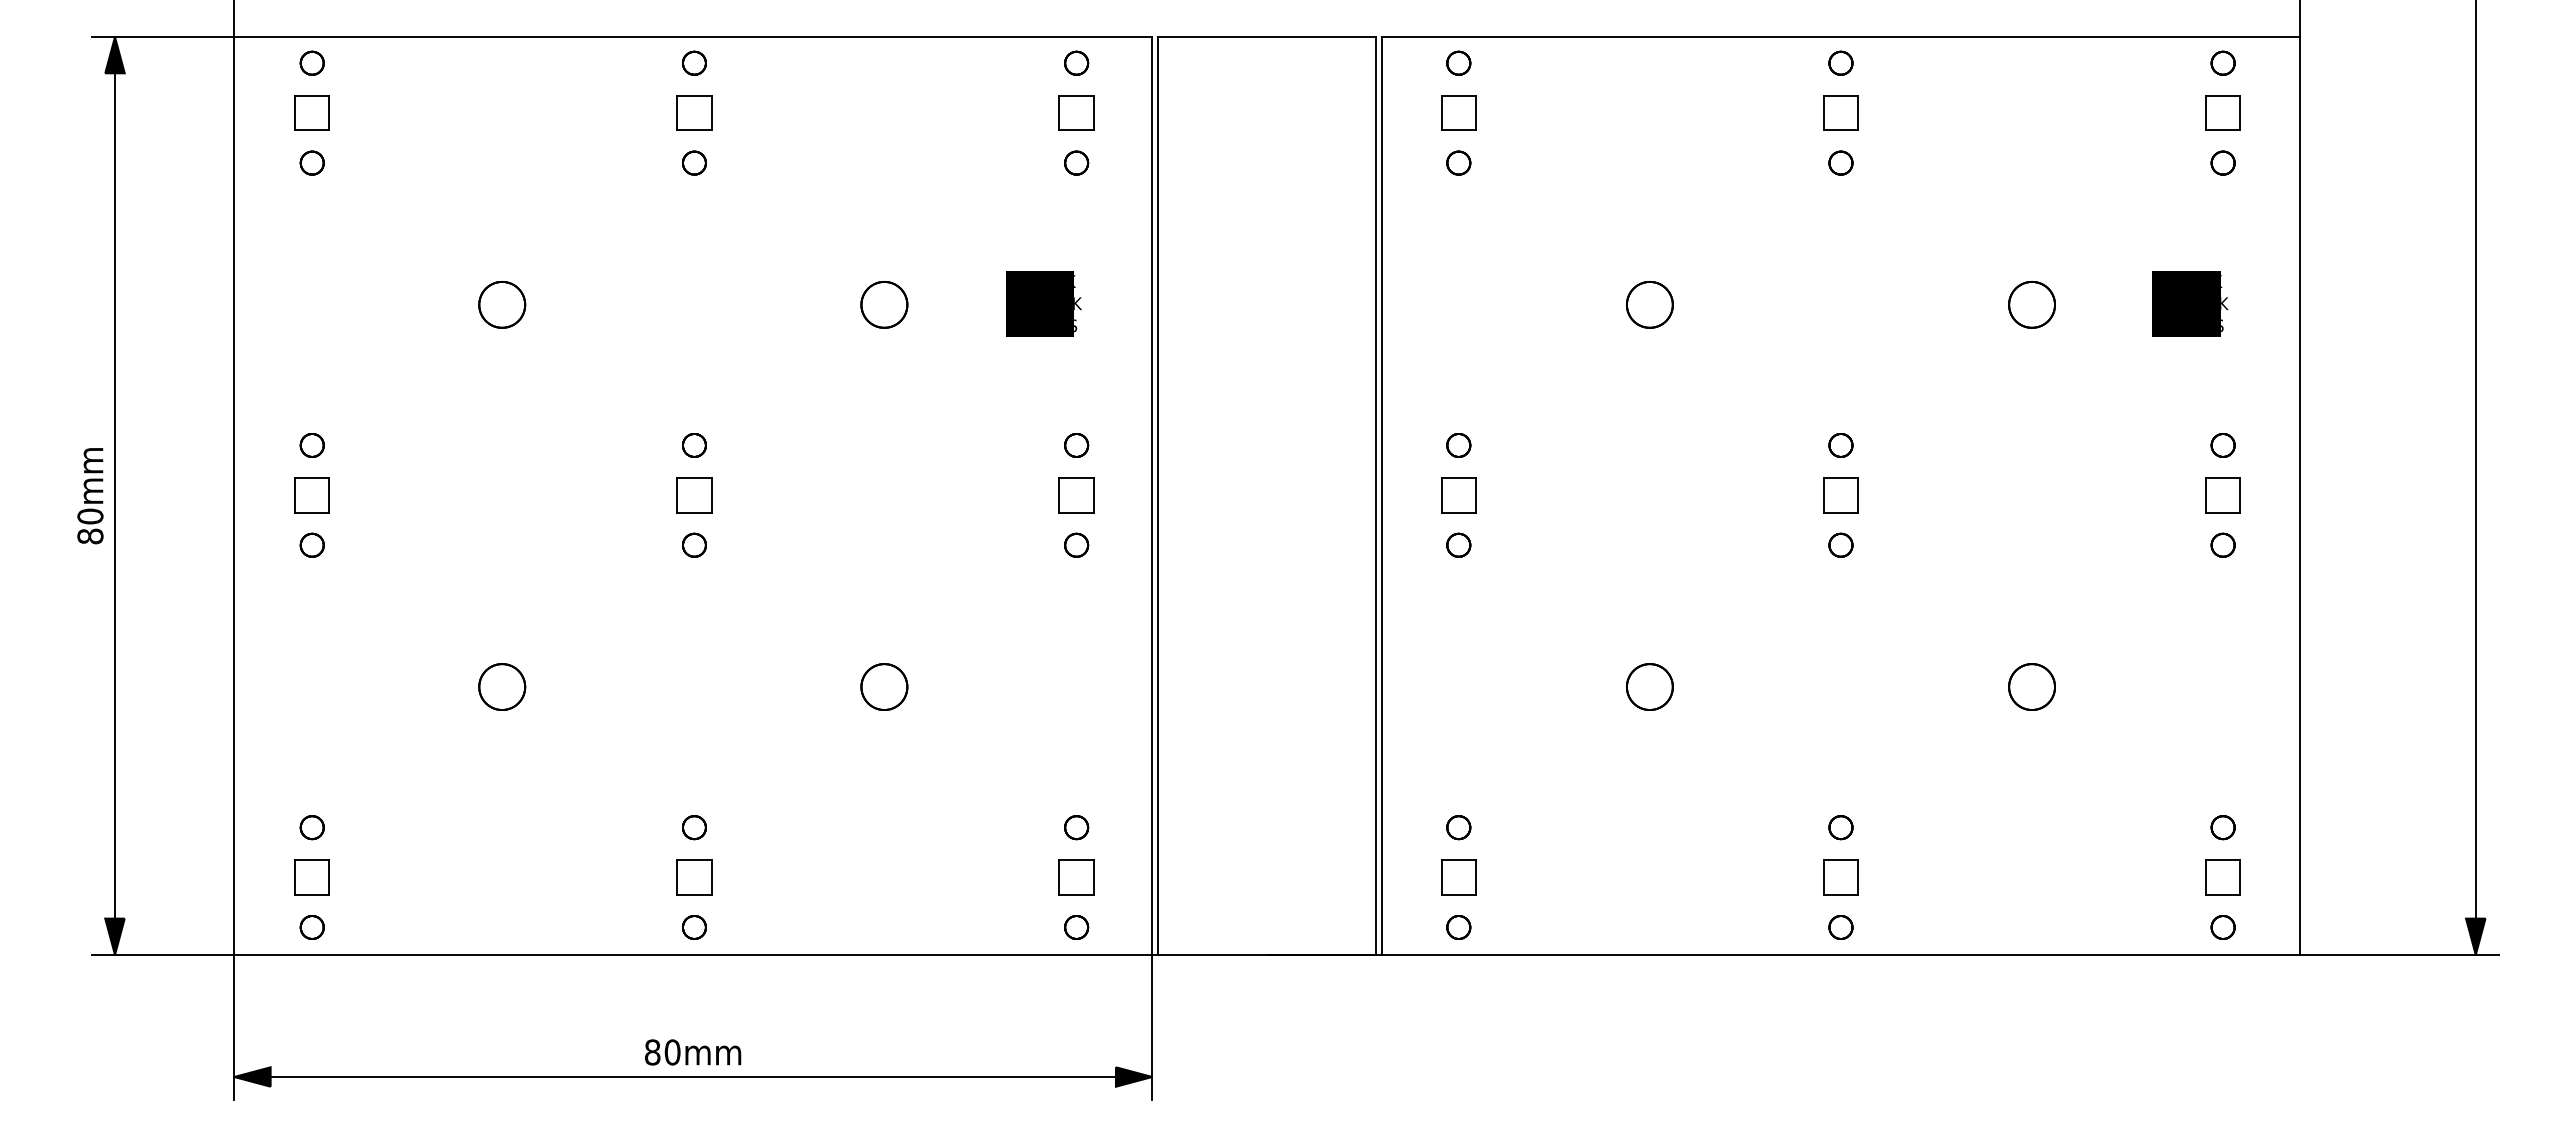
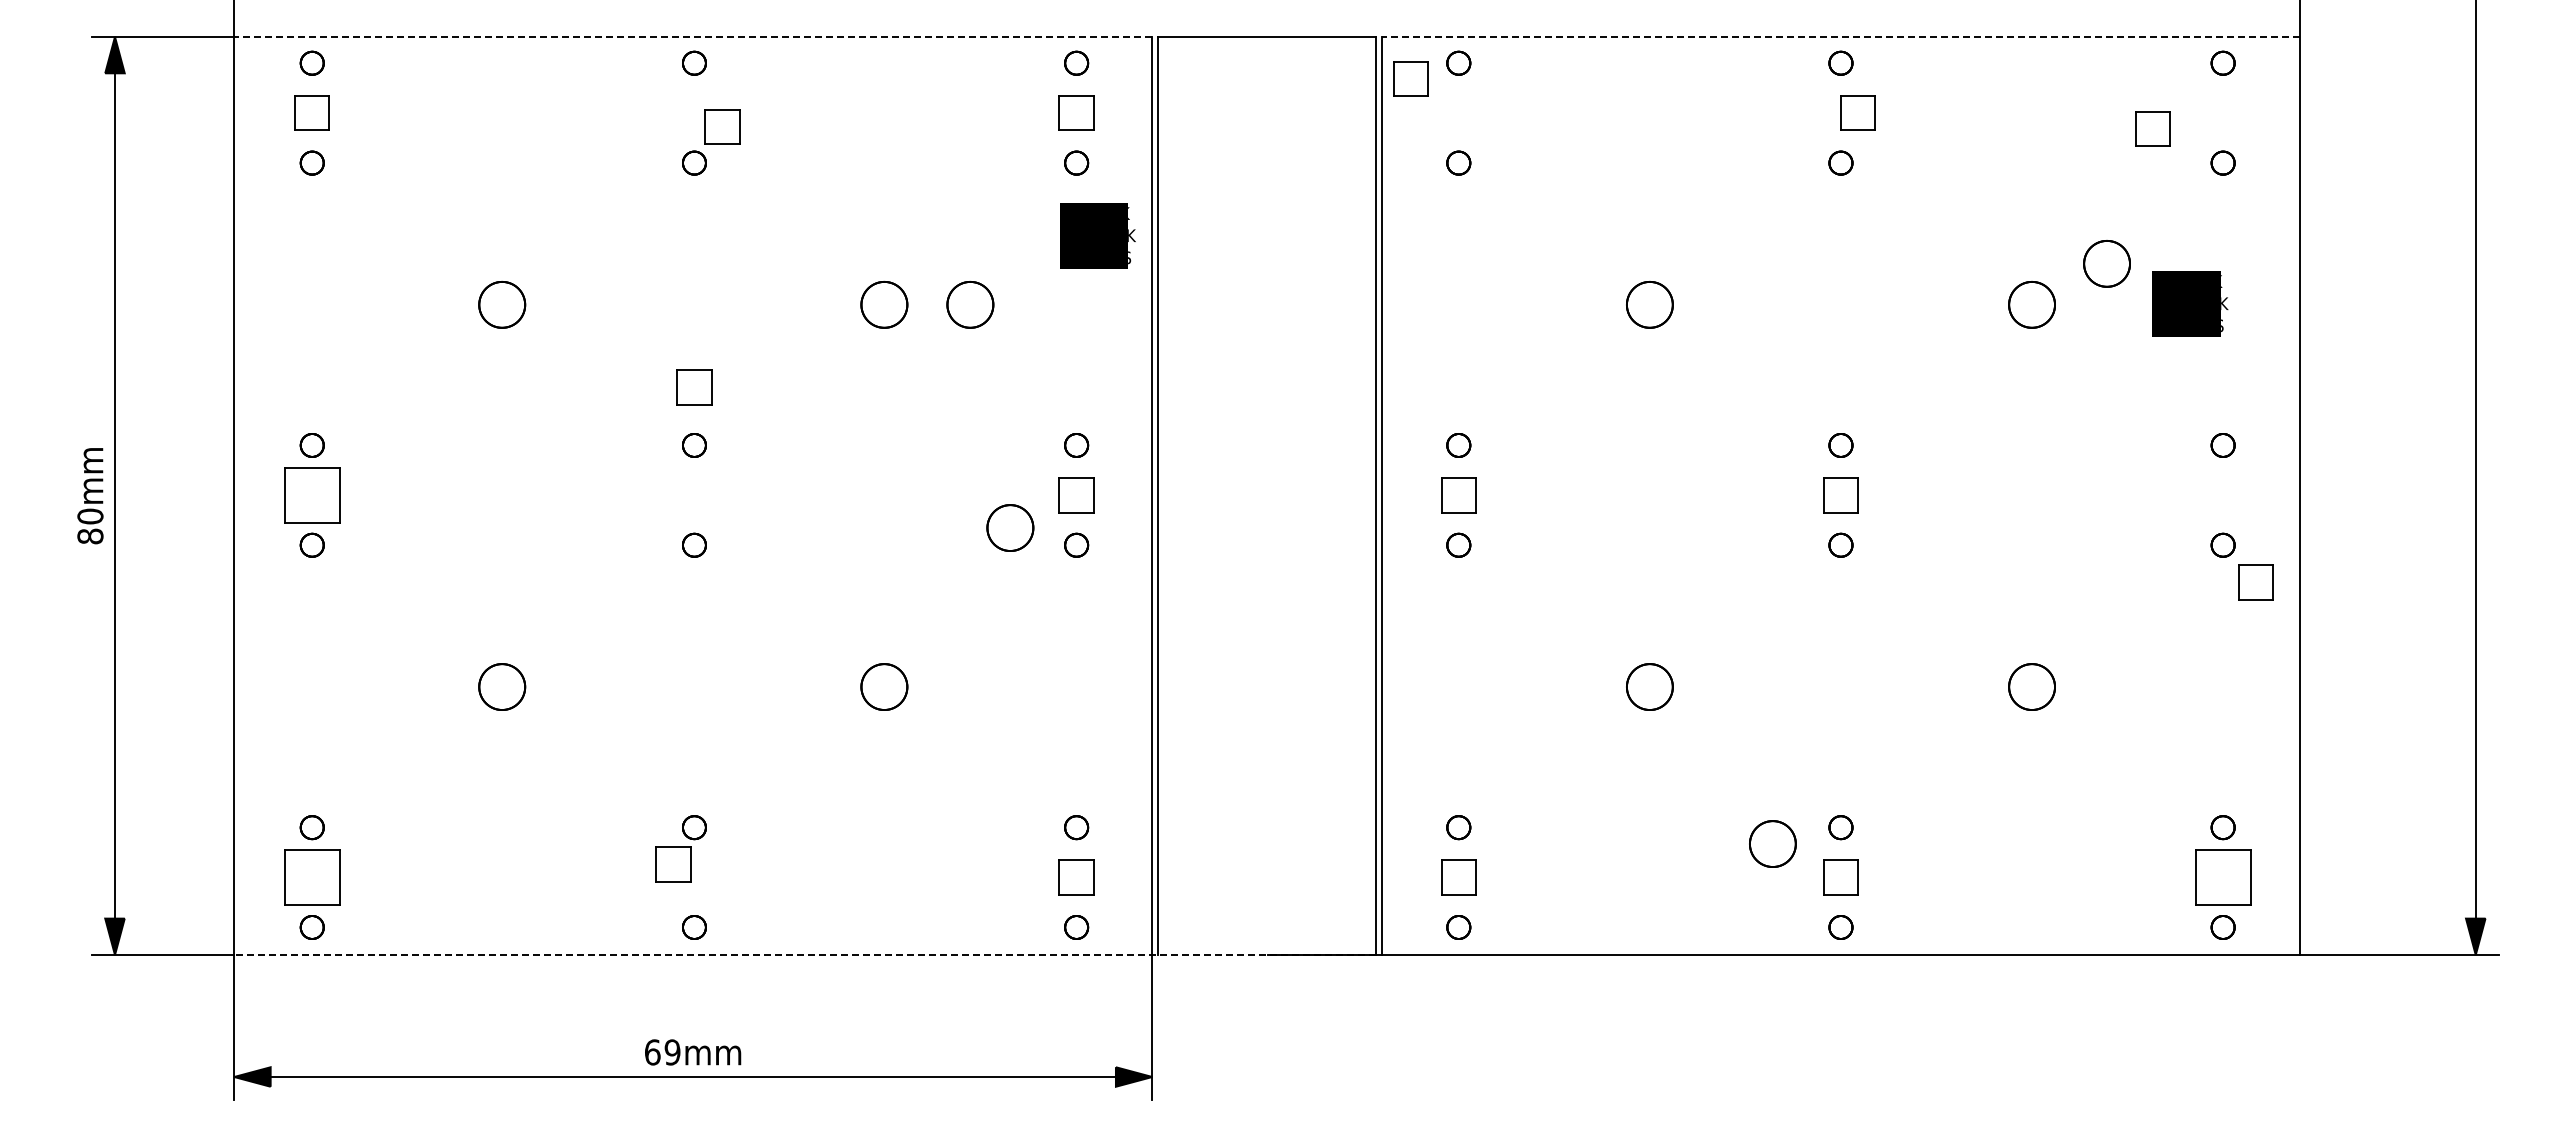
line at (692, 36): solid -> dashed
line at (1840, 36): solid -> dashed
part at (694, 112) position: (694, 112) -> (722, 126)
part at (1458, 112) position: (1458, 112) -> (1410, 78)
part at (1840, 112) position: (1840, 112) -> (1857, 112)
part at (2222, 112) position: (2222, 112) -> (2152, 128)
part at (2106, 263): none -> present
text at (1043, 303) position: (1043, 303) -> (1097, 235)
part at (970, 304): none -> present
part at (311, 495) size: 36x37 px -> 57x57 px
part at (694, 495) position: (694, 495) -> (694, 387)
part at (2222, 495) position: (2222, 495) -> (2255, 582)
part at (1010, 527): none -> present
part at (1772, 843): none -> present
part at (311, 877) size: 36x37 px -> 57x57 px
part at (694, 877) position: (694, 877) -> (673, 864)
part at (2222, 877) size: 36x37 px -> 57x57 px
line at (805, 955): solid -> dashed
text at (662, 1052): 80mm -> 69mm
